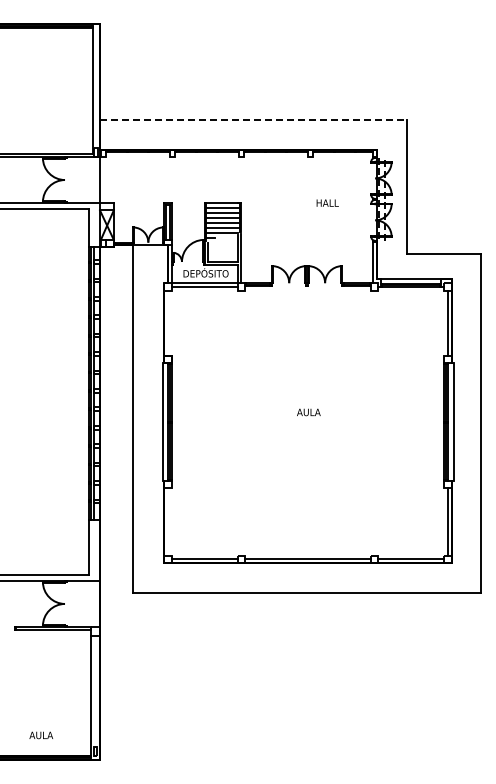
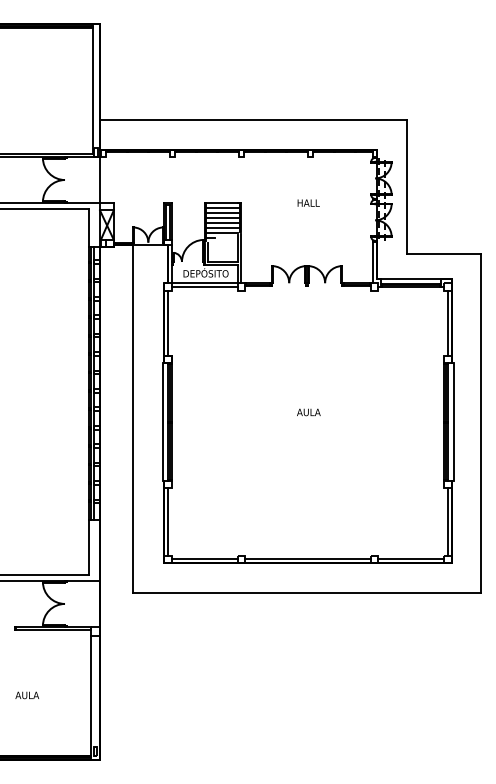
line at (253, 120): dashed -> solid
text at (327, 202) position: (327, 202) -> (308, 202)
line at (168, 322): none -> present
line at (168, 521): none -> present
text at (41, 735) position: (41, 735) -> (27, 695)
